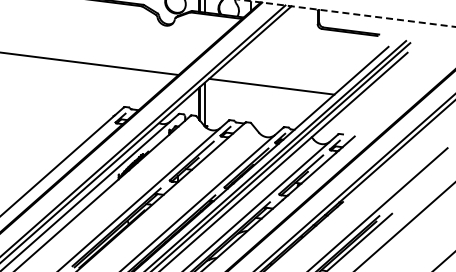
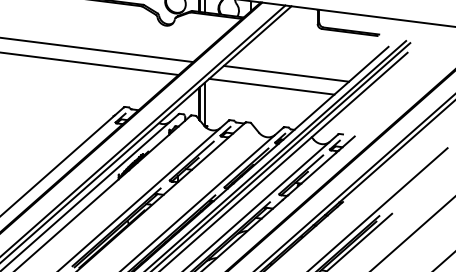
line at (348, 13): dashed -> solid
line at (97, 50): none -> present
line at (286, 73): none -> present
line at (404, 226) position: (404, 226) -> (412, 233)
